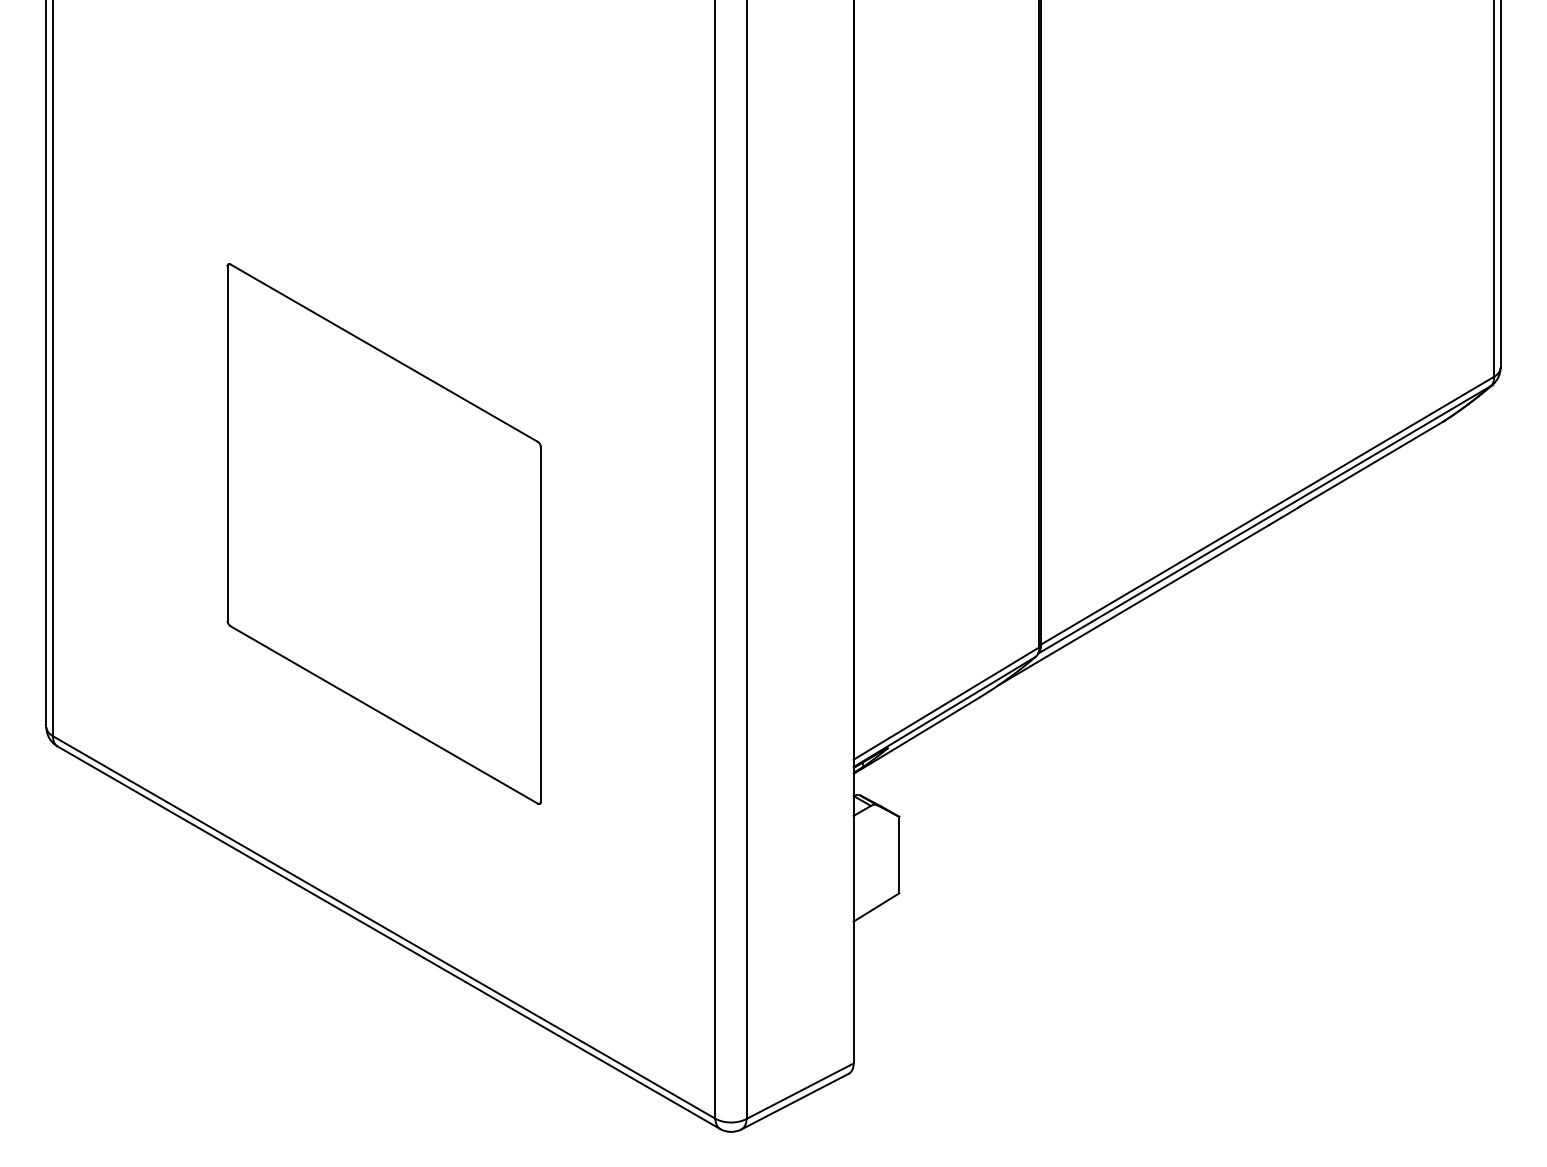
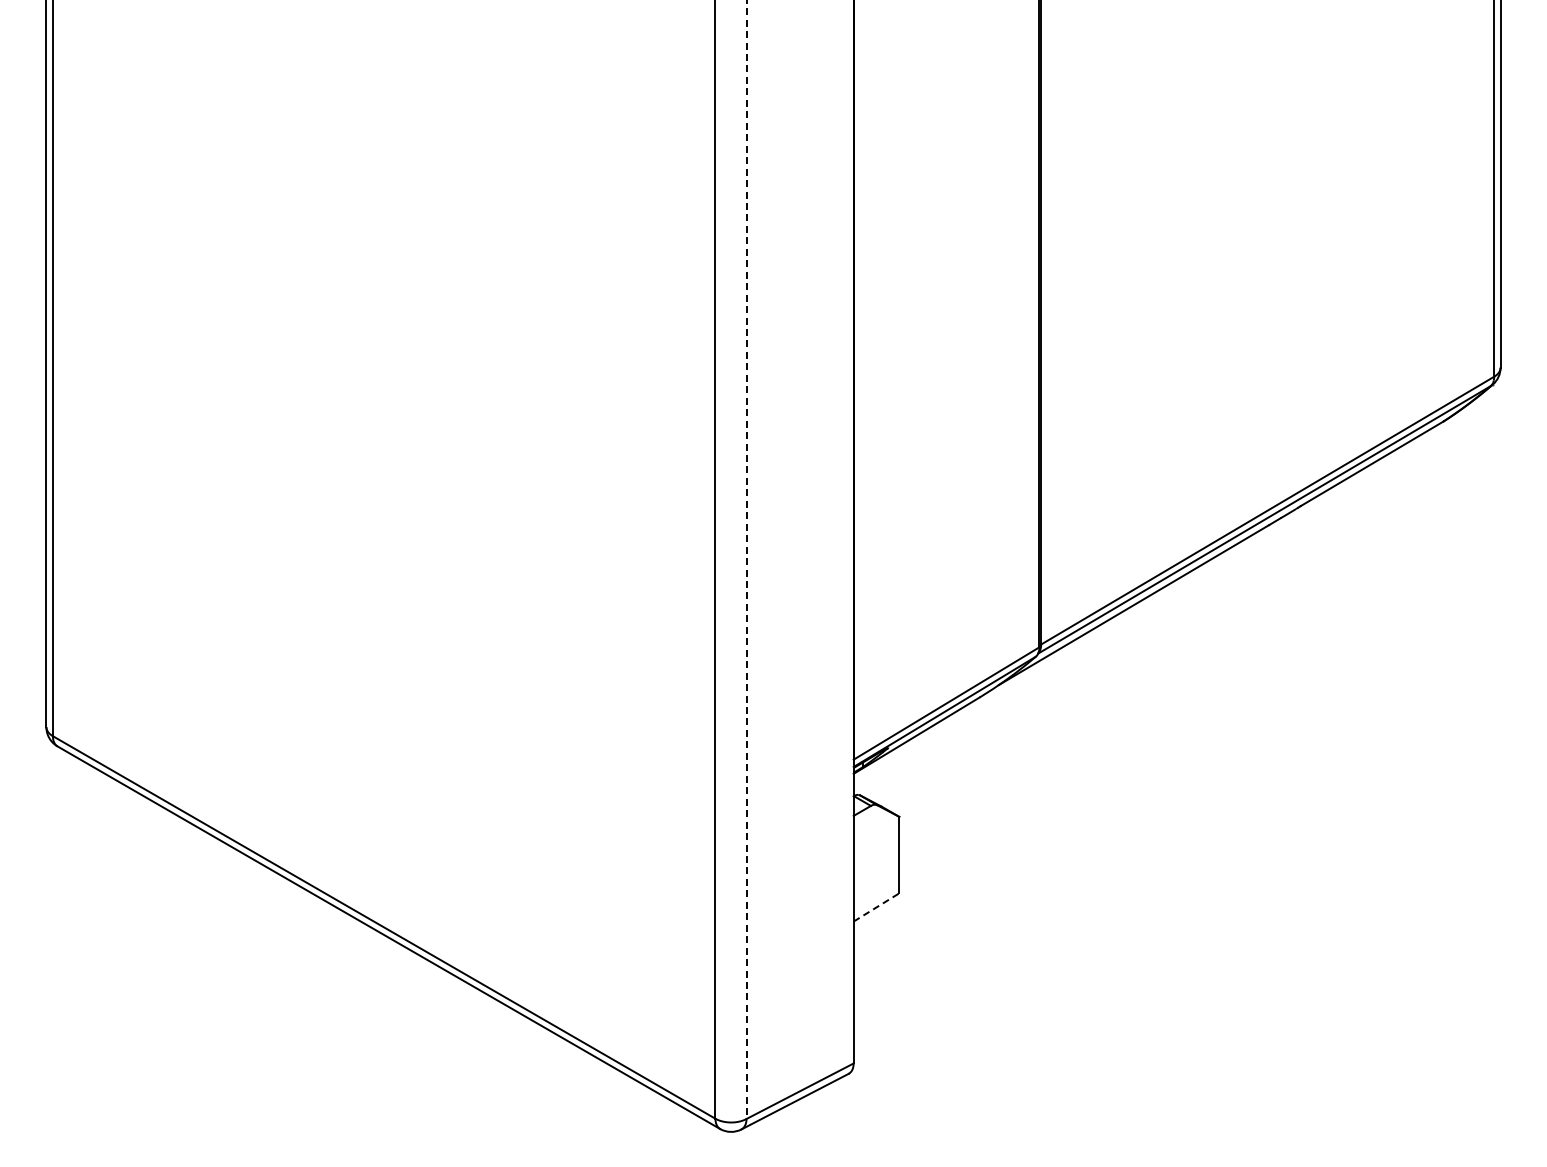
part at (383, 533): present -> none
line at (746, 560): solid -> dashed
line at (876, 907): solid -> dashed
